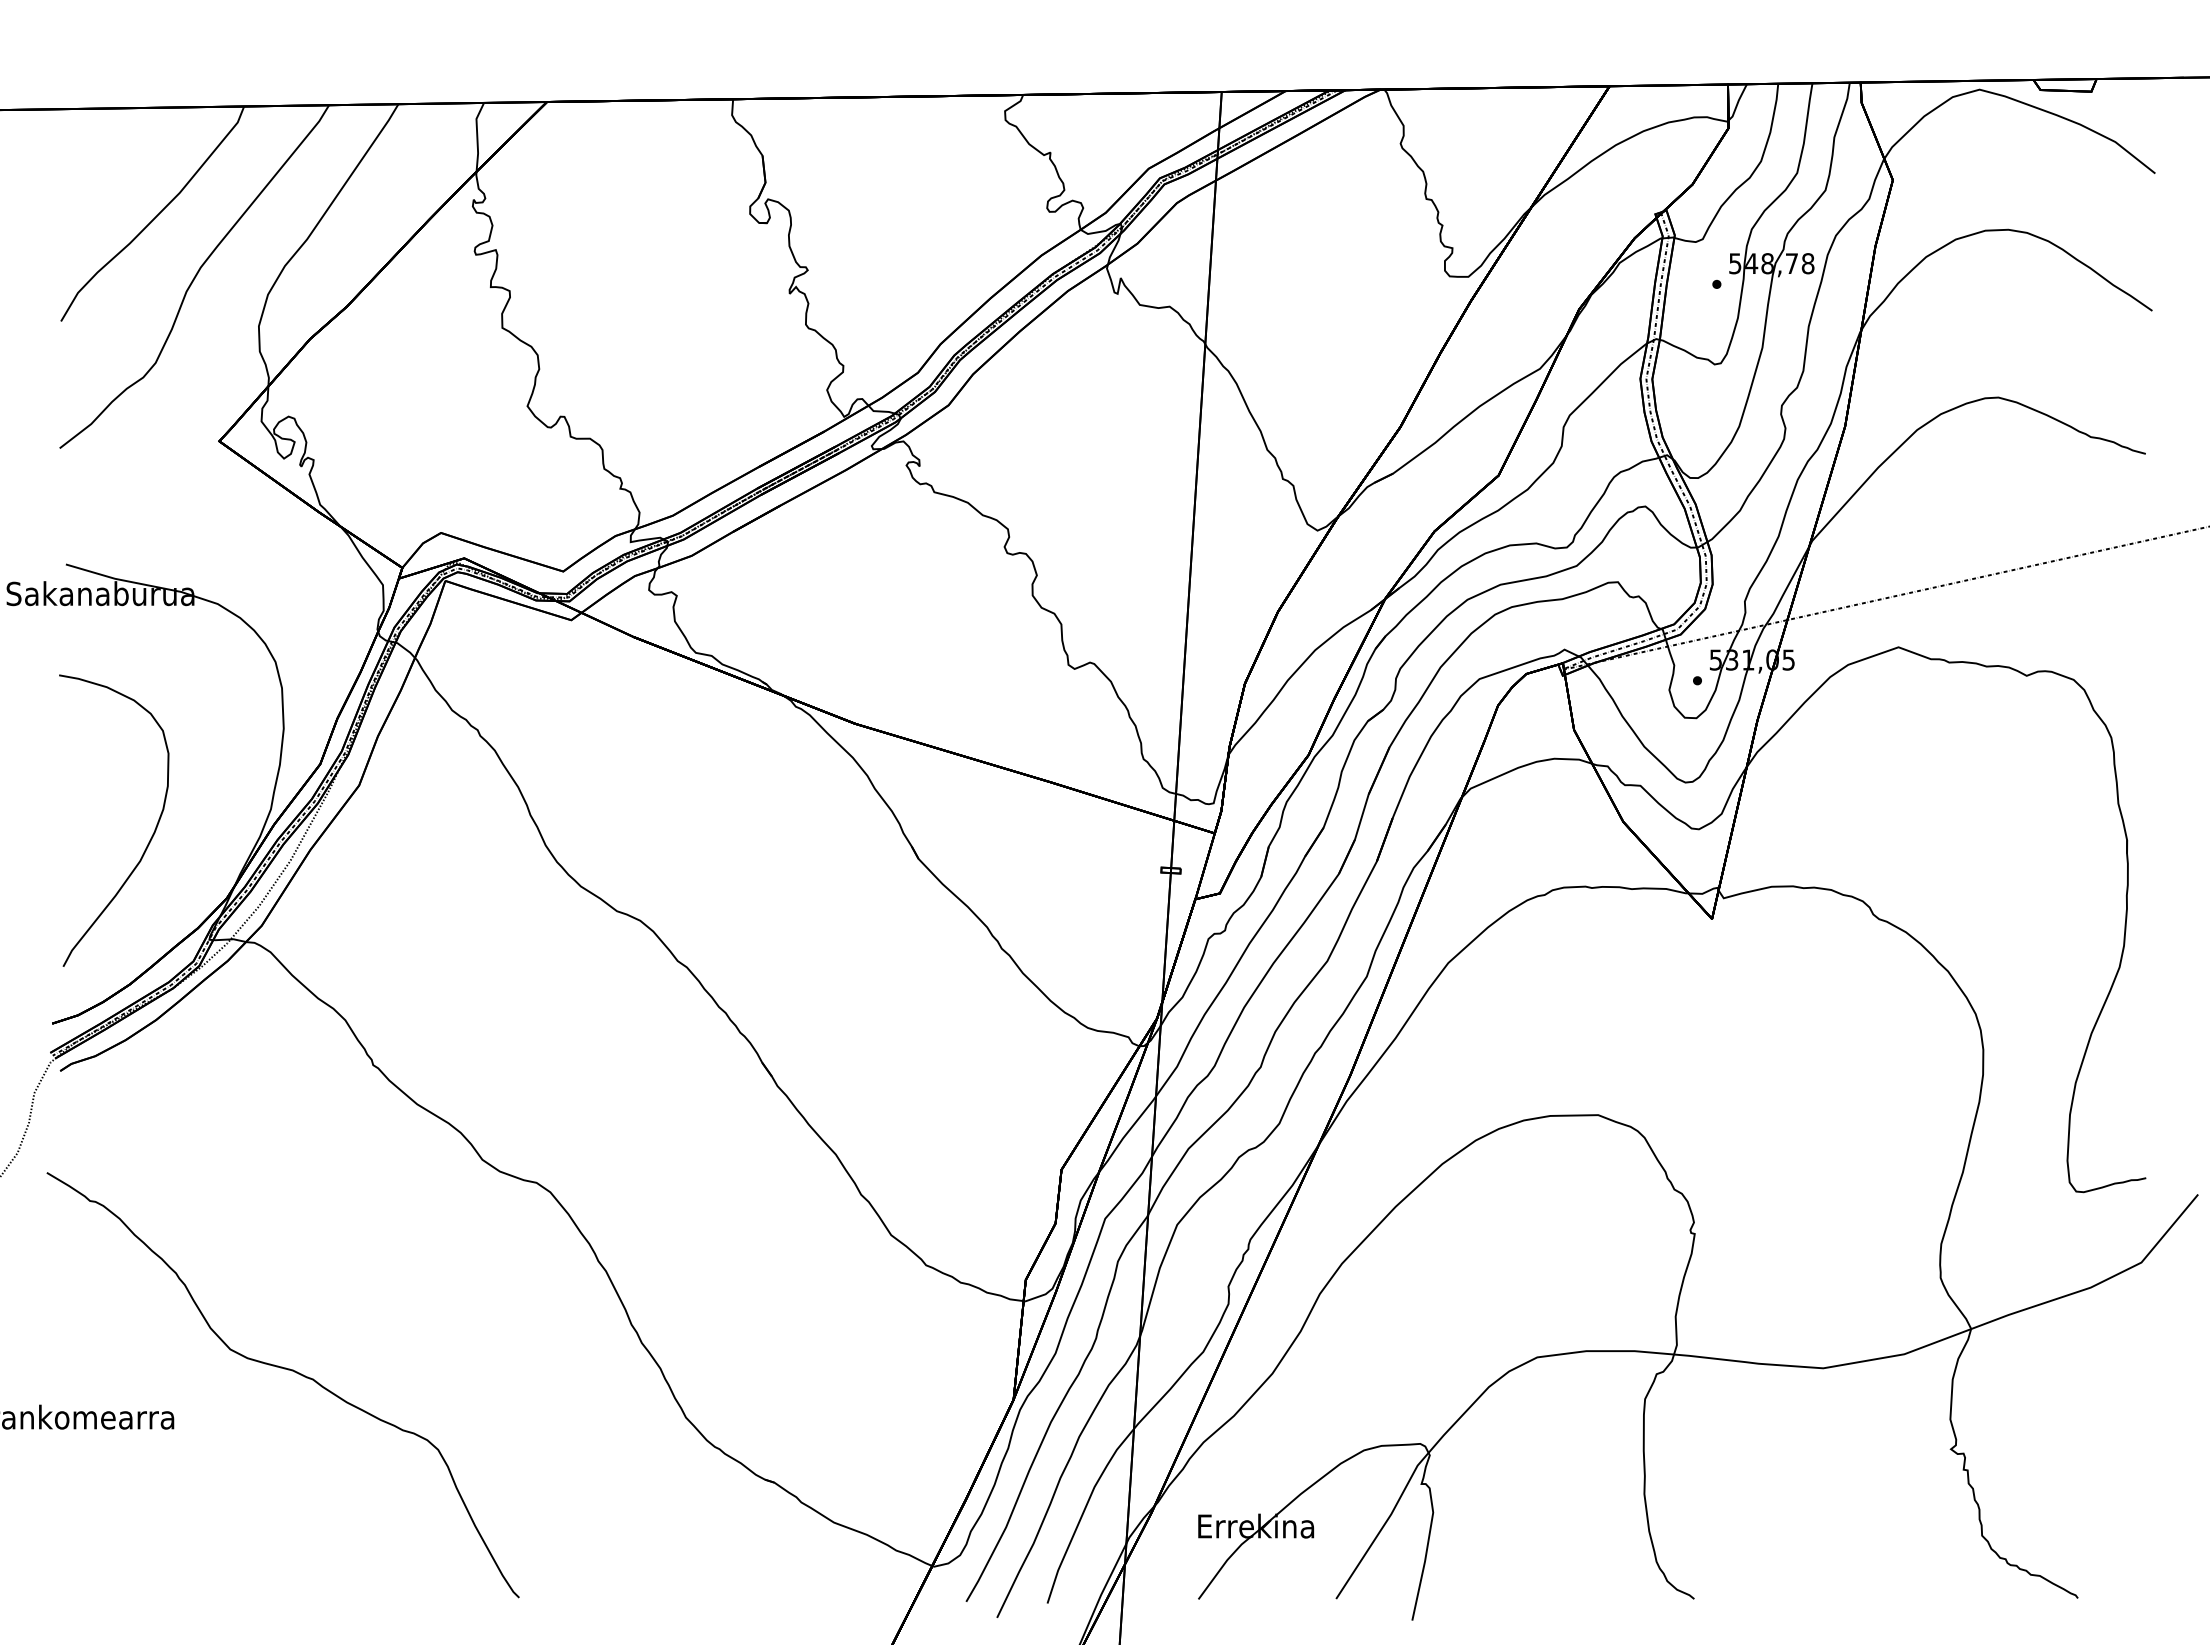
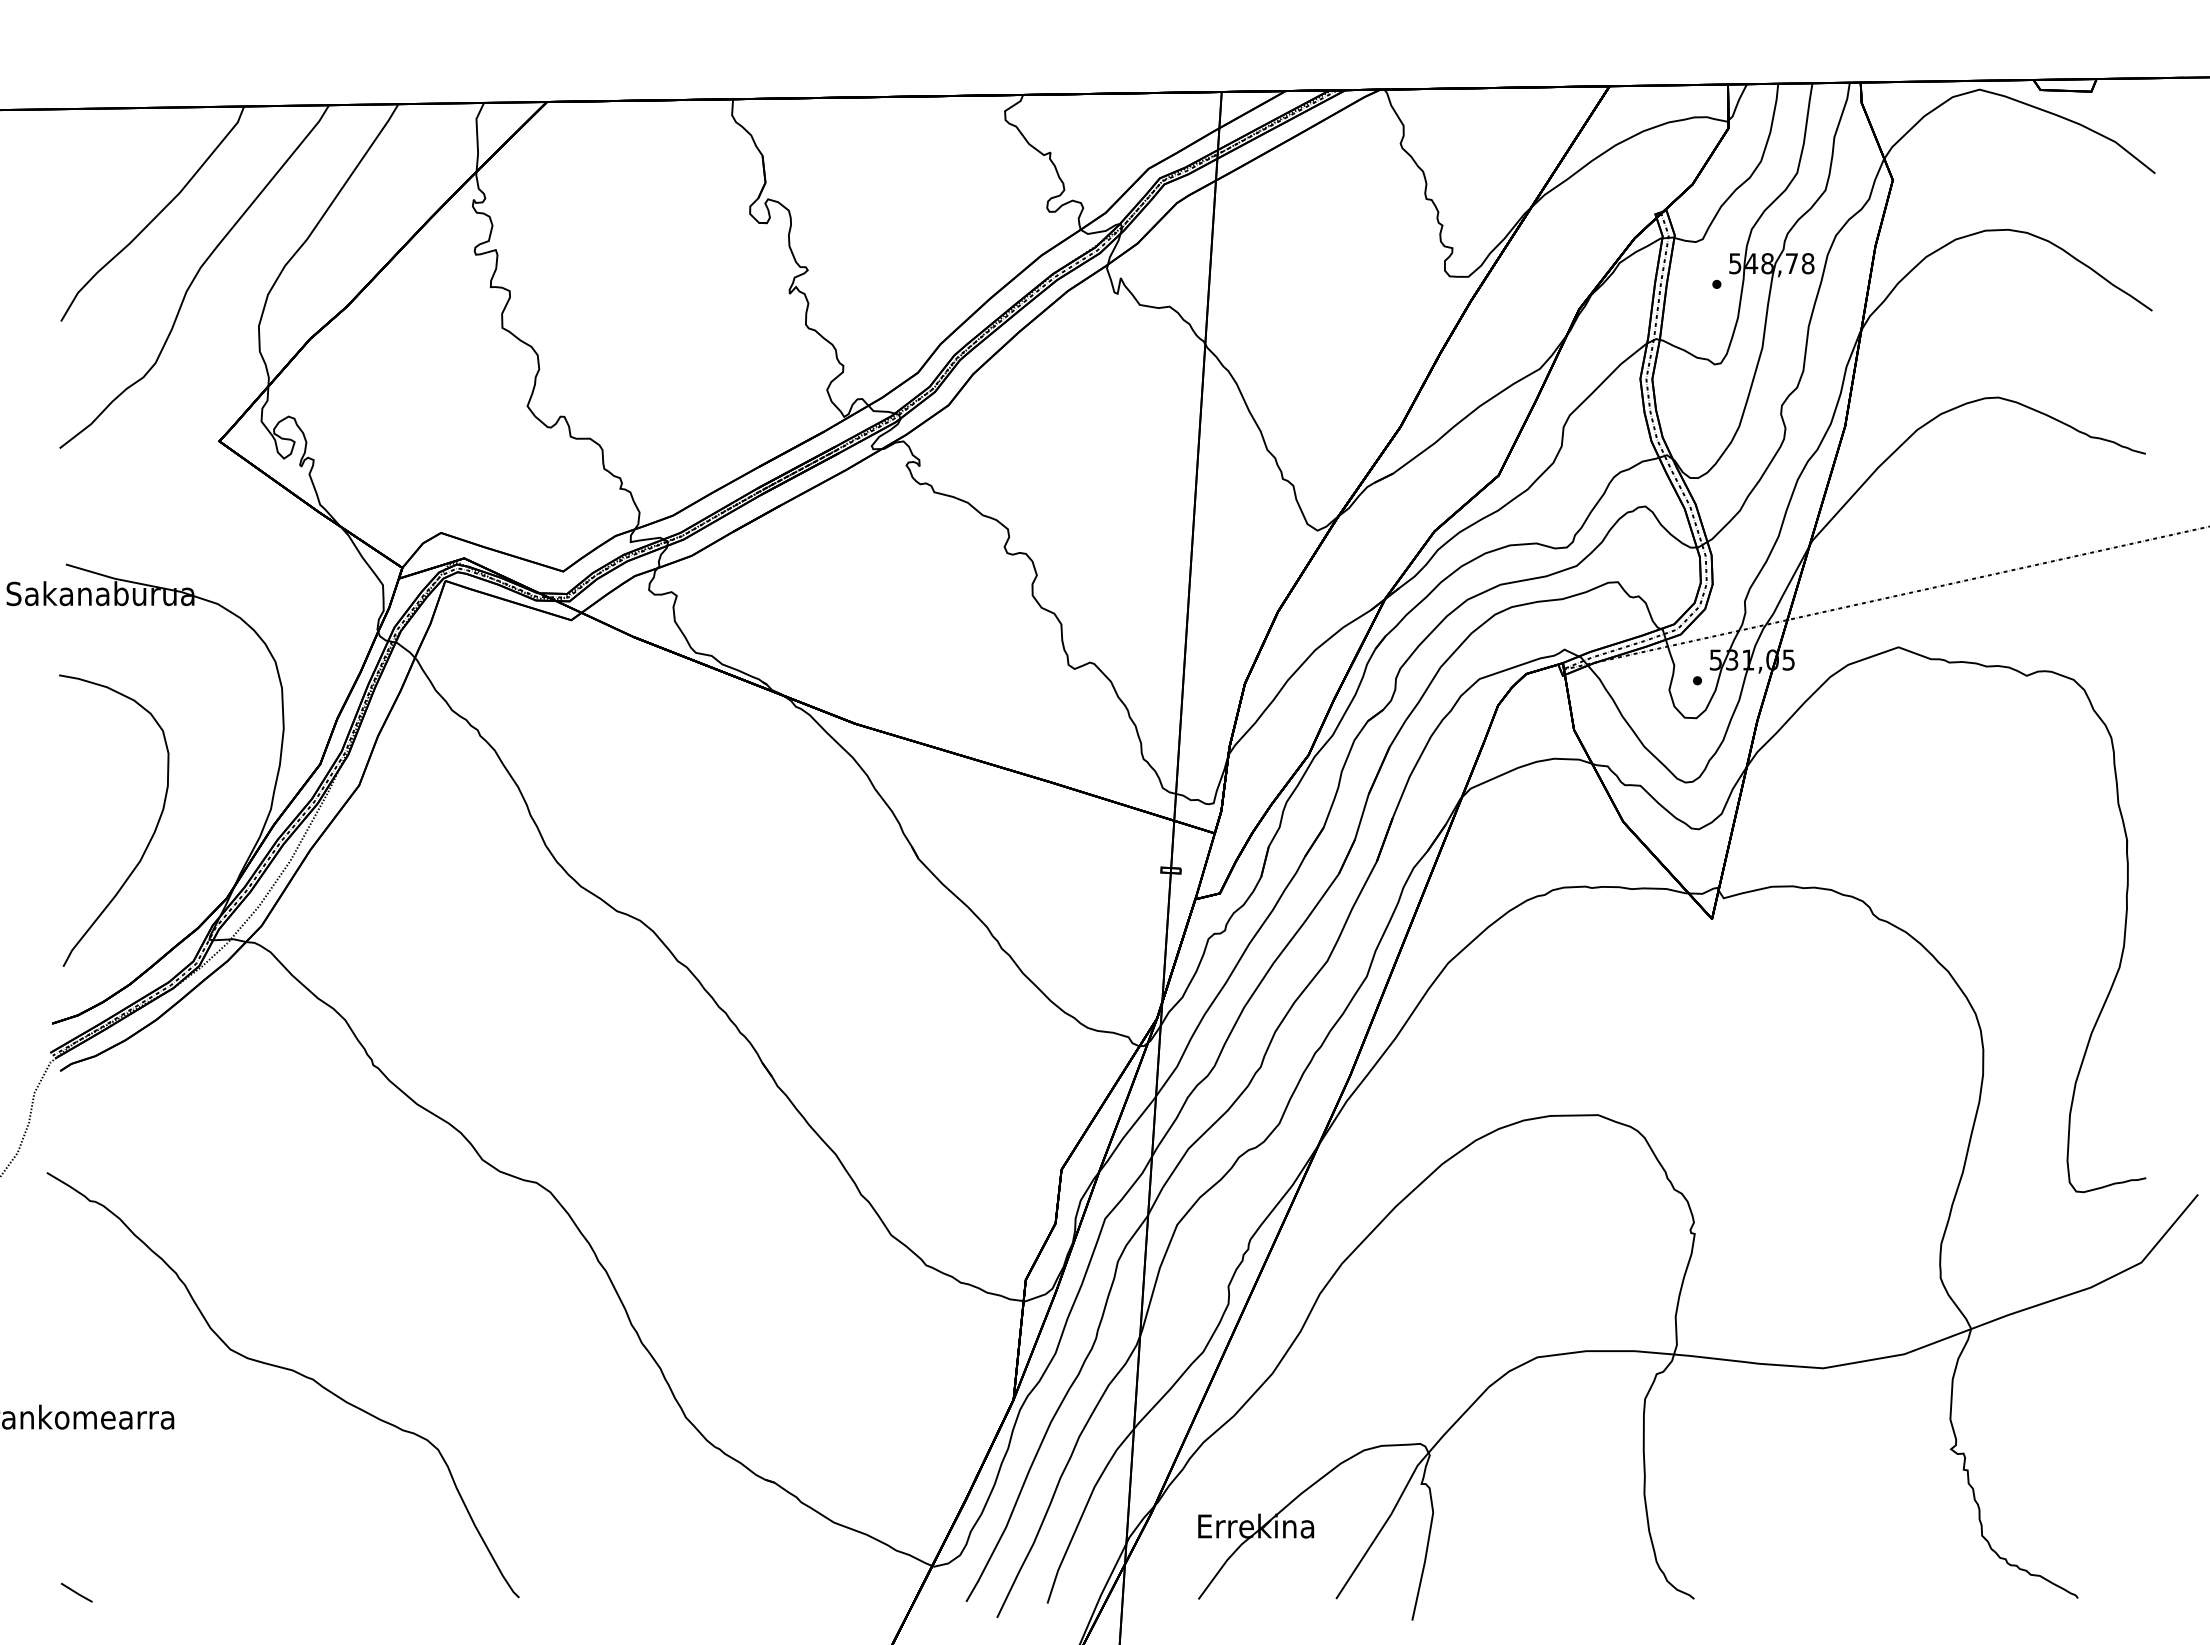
line at (76, 1592): none -> present
